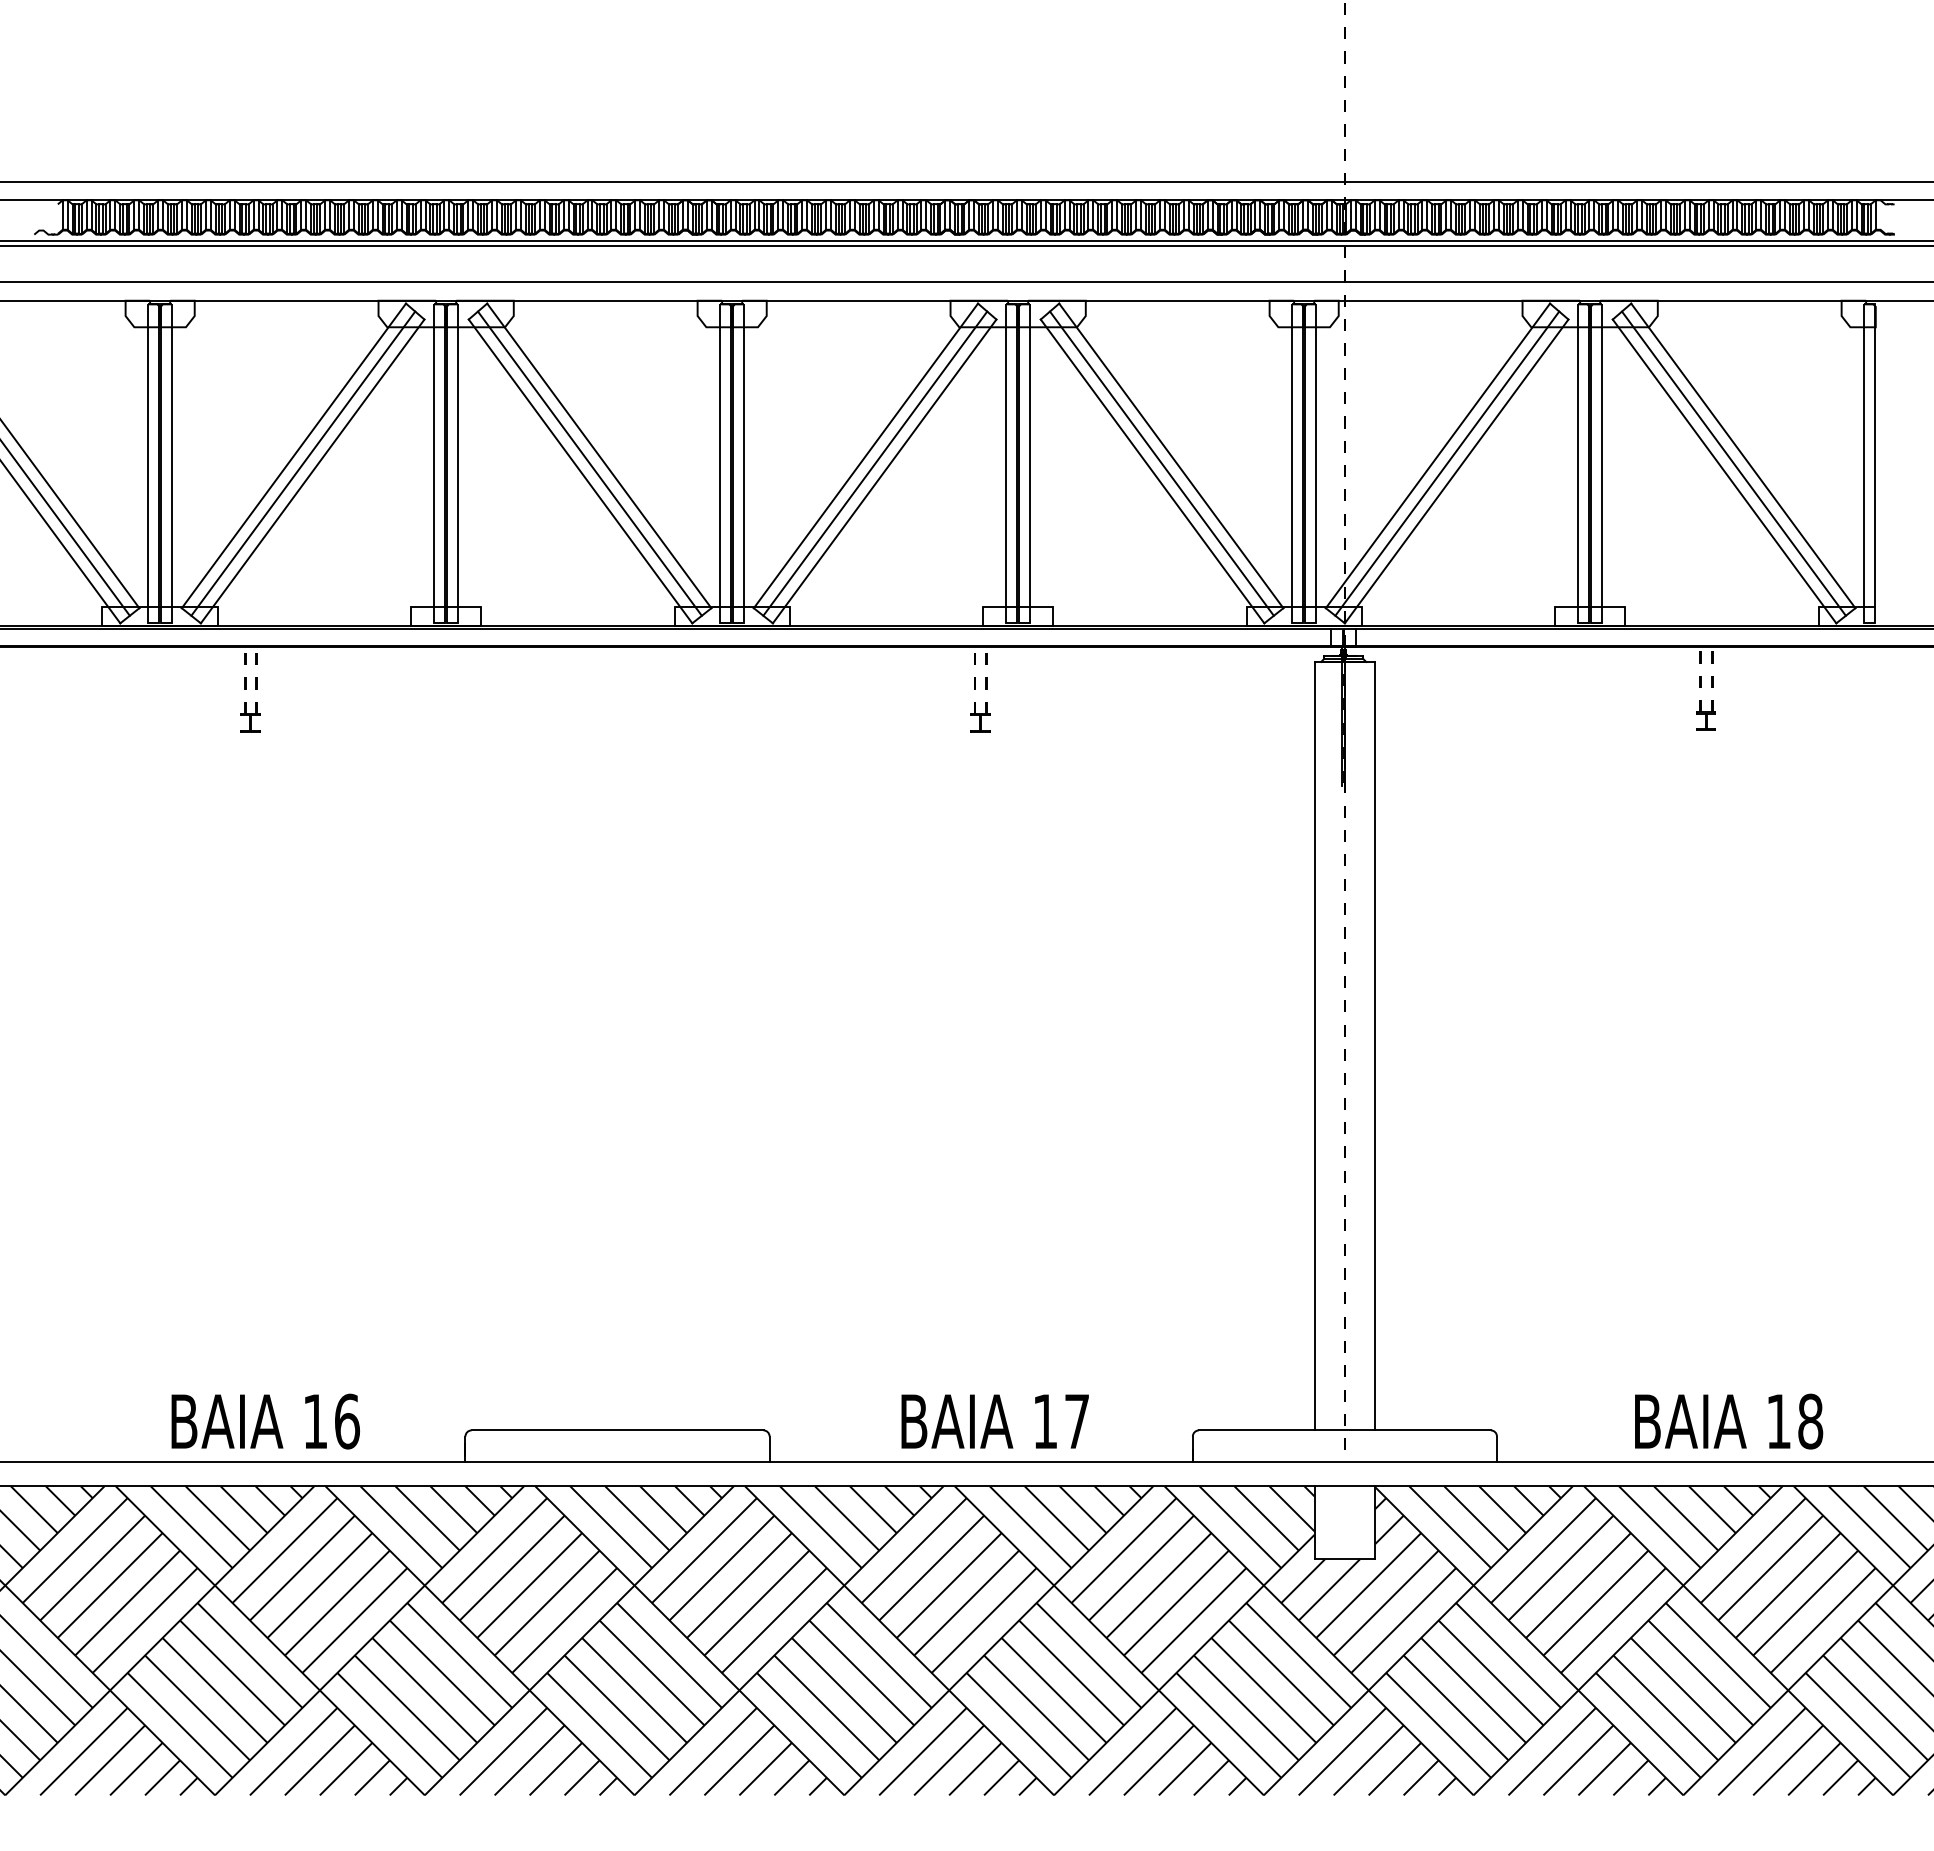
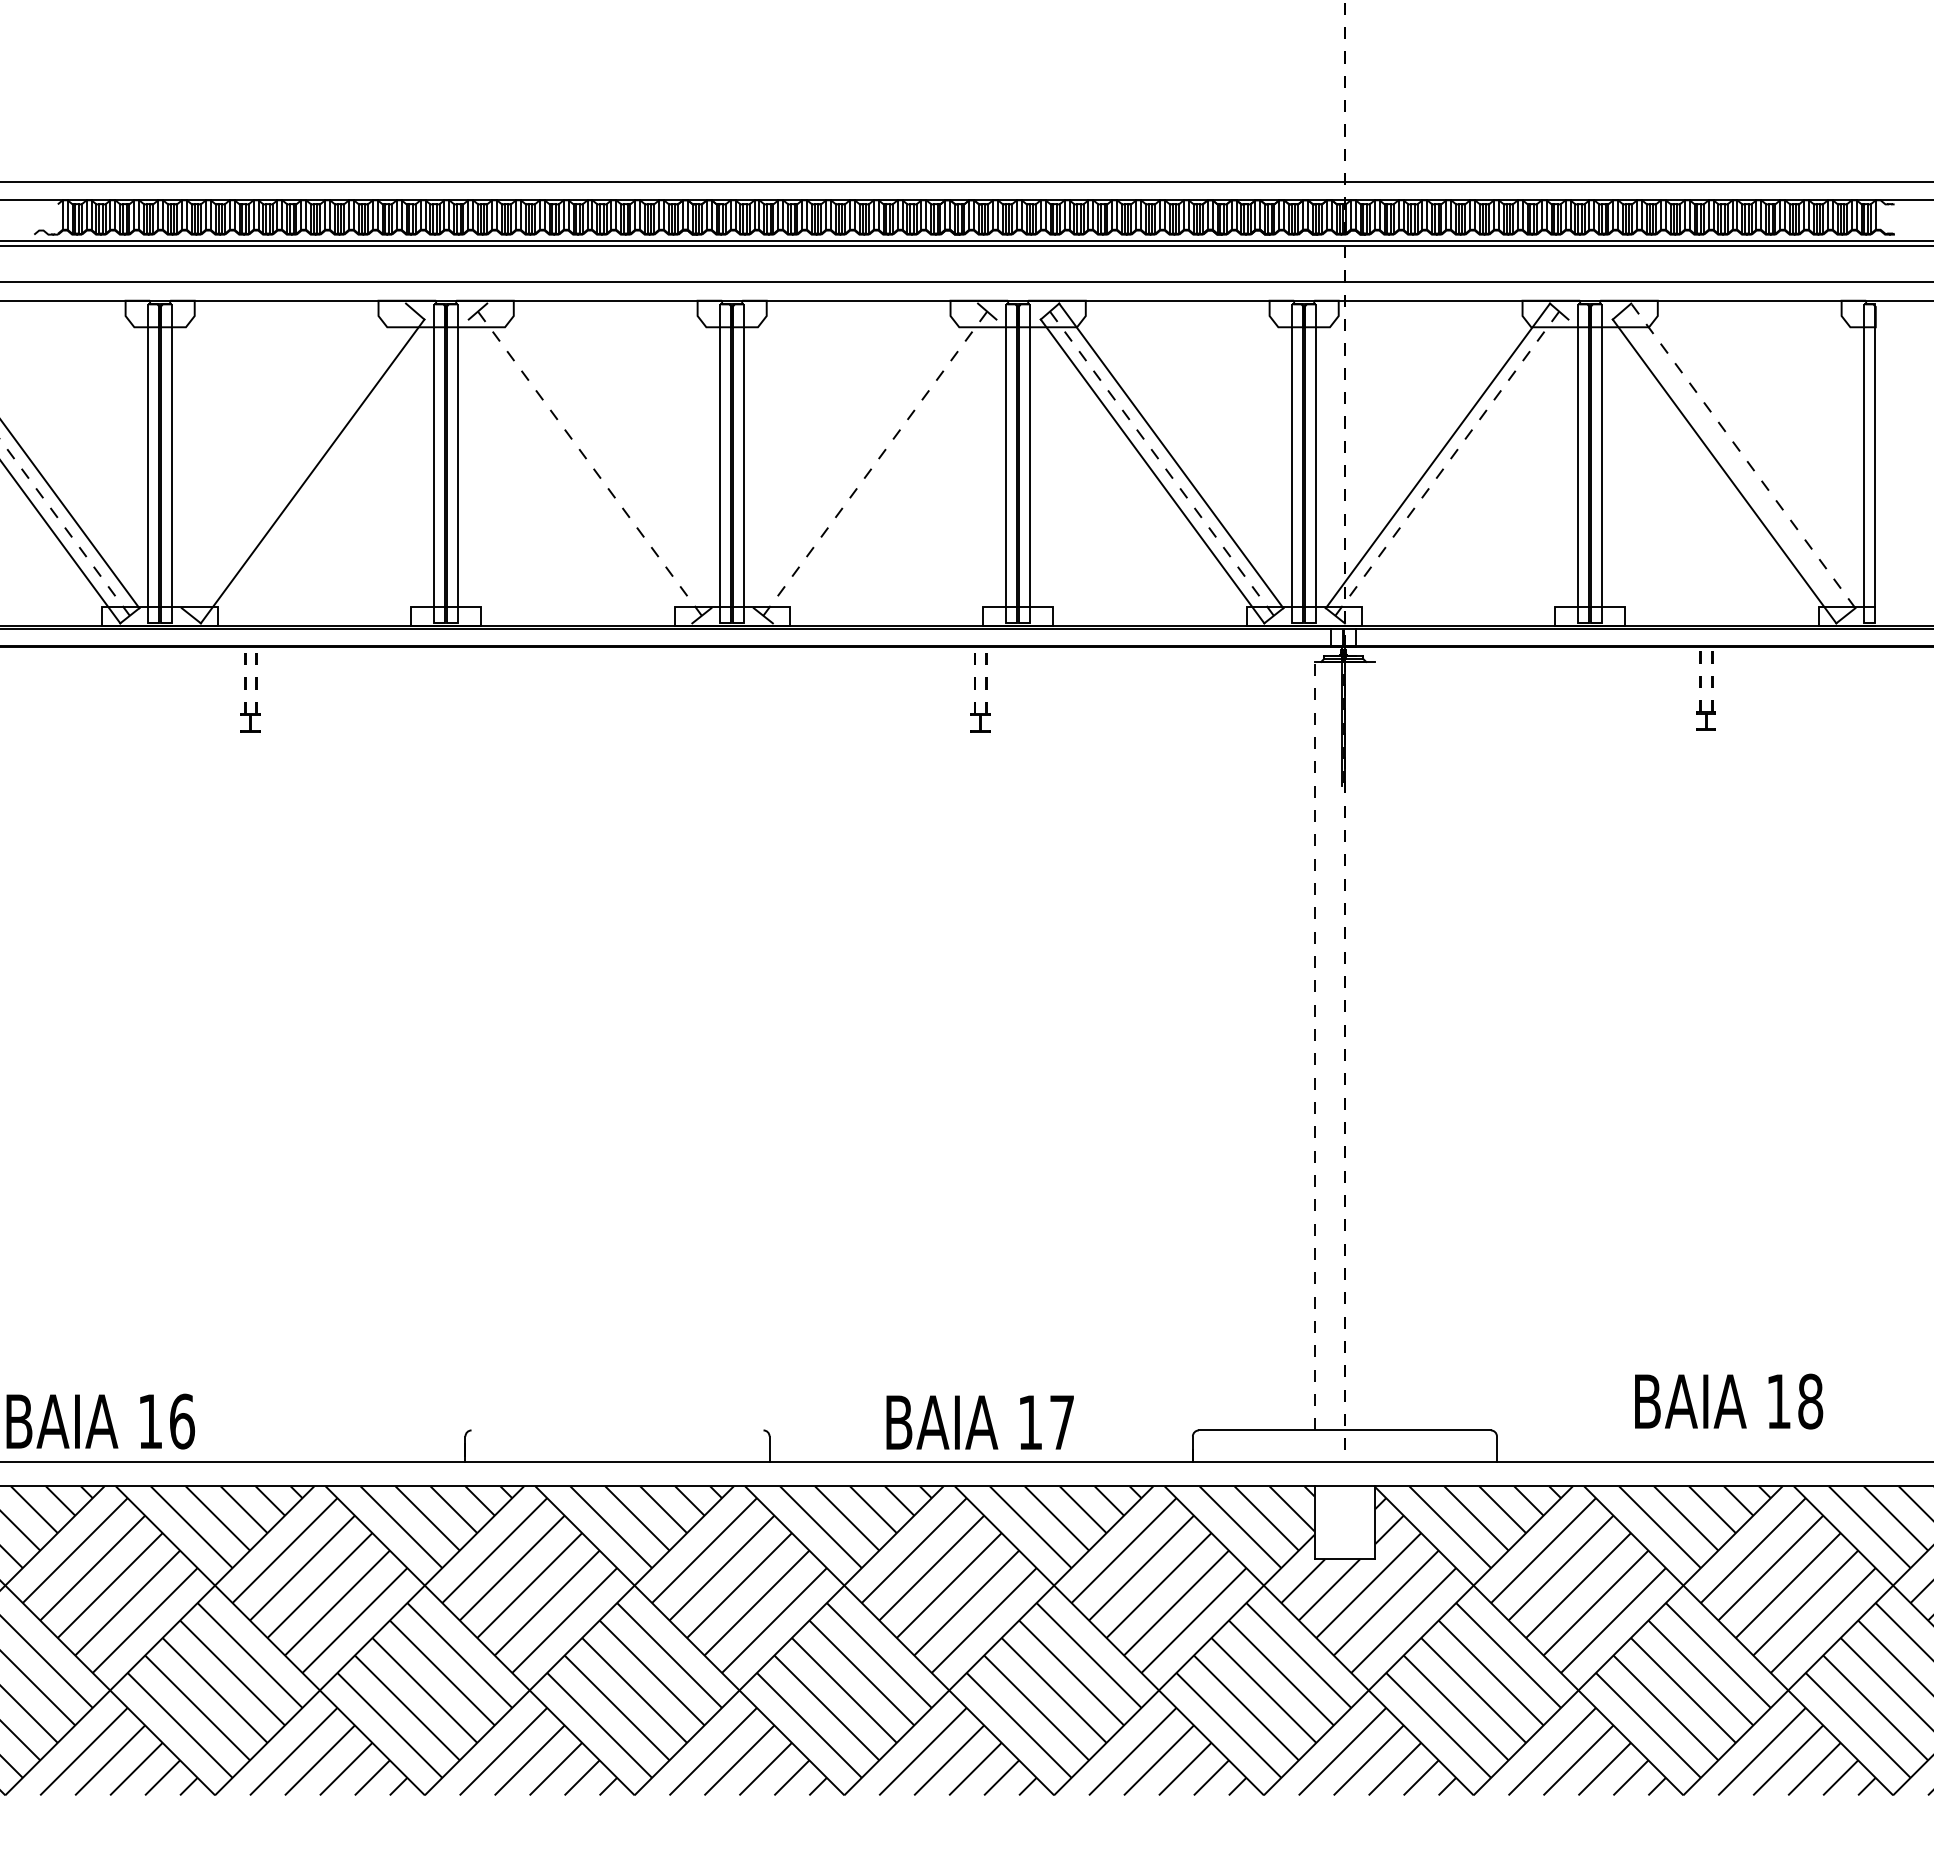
line at (293, 455): present -> none
line at (599, 455): present -> none
line at (865, 455): present -> none
line at (1743, 455): solid -> dashed
line at (303, 463): present -> none
line at (589, 463): solid -> dashed
line at (875, 463): solid -> dashed
line at (1161, 463): solid -> dashed
line at (1447, 463): solid -> dashed
line at (1733, 463): present -> none
line at (580, 471): present -> none
line at (884, 471): present -> none
line at (1456, 471): present -> none
line at (64, 527): solid -> dashed
line at (1314, 1045): solid -> dashed
line at (1375, 1045): present -> none
text at (265, 1421) position: (265, 1421) -> (100, 1421)
text at (994, 1421) position: (994, 1421) -> (979, 1422)
text at (1729, 1421) position: (1729, 1421) -> (1729, 1401)
line at (617, 1430): present -> none
